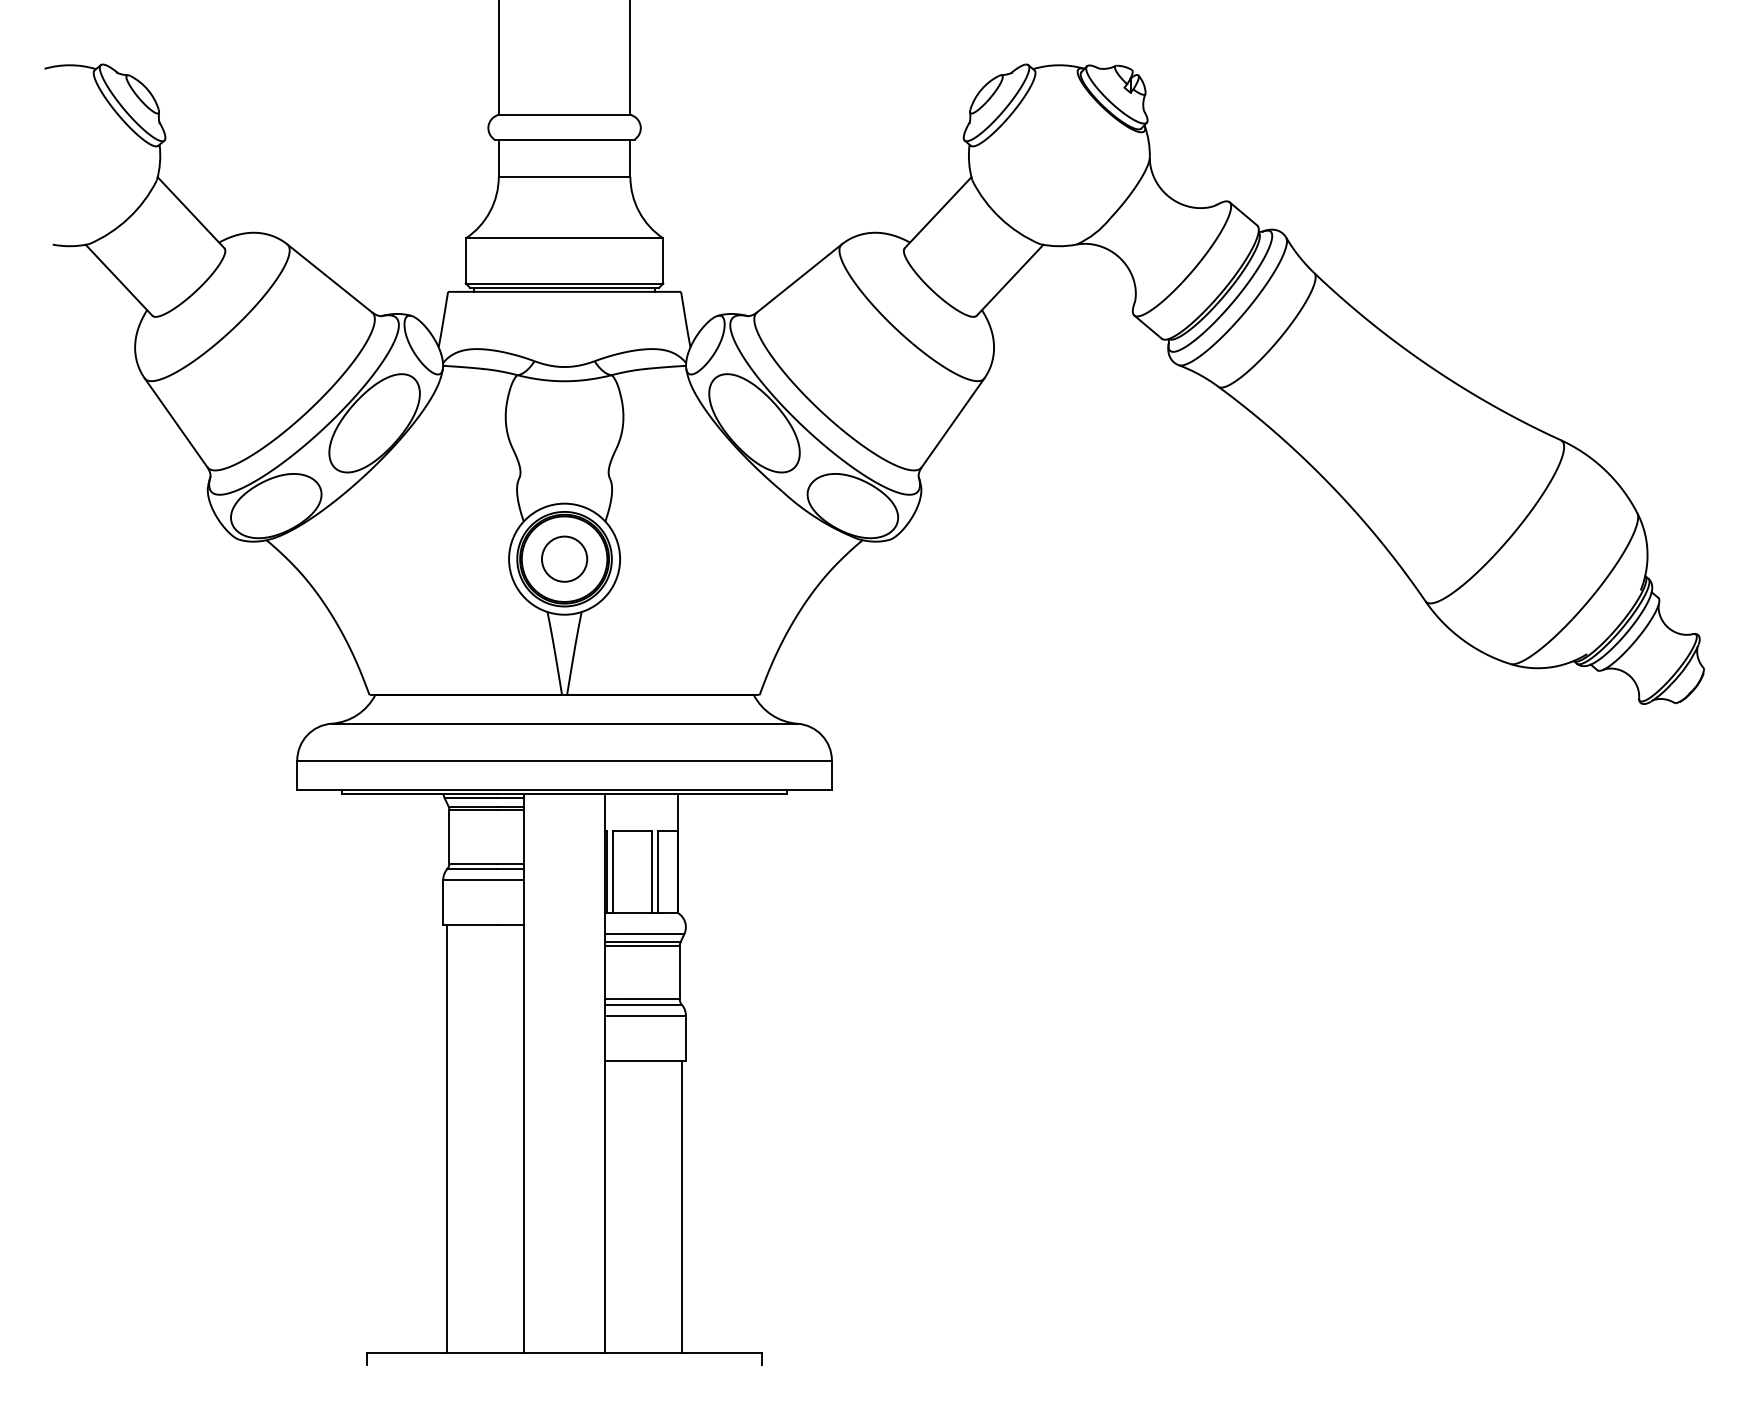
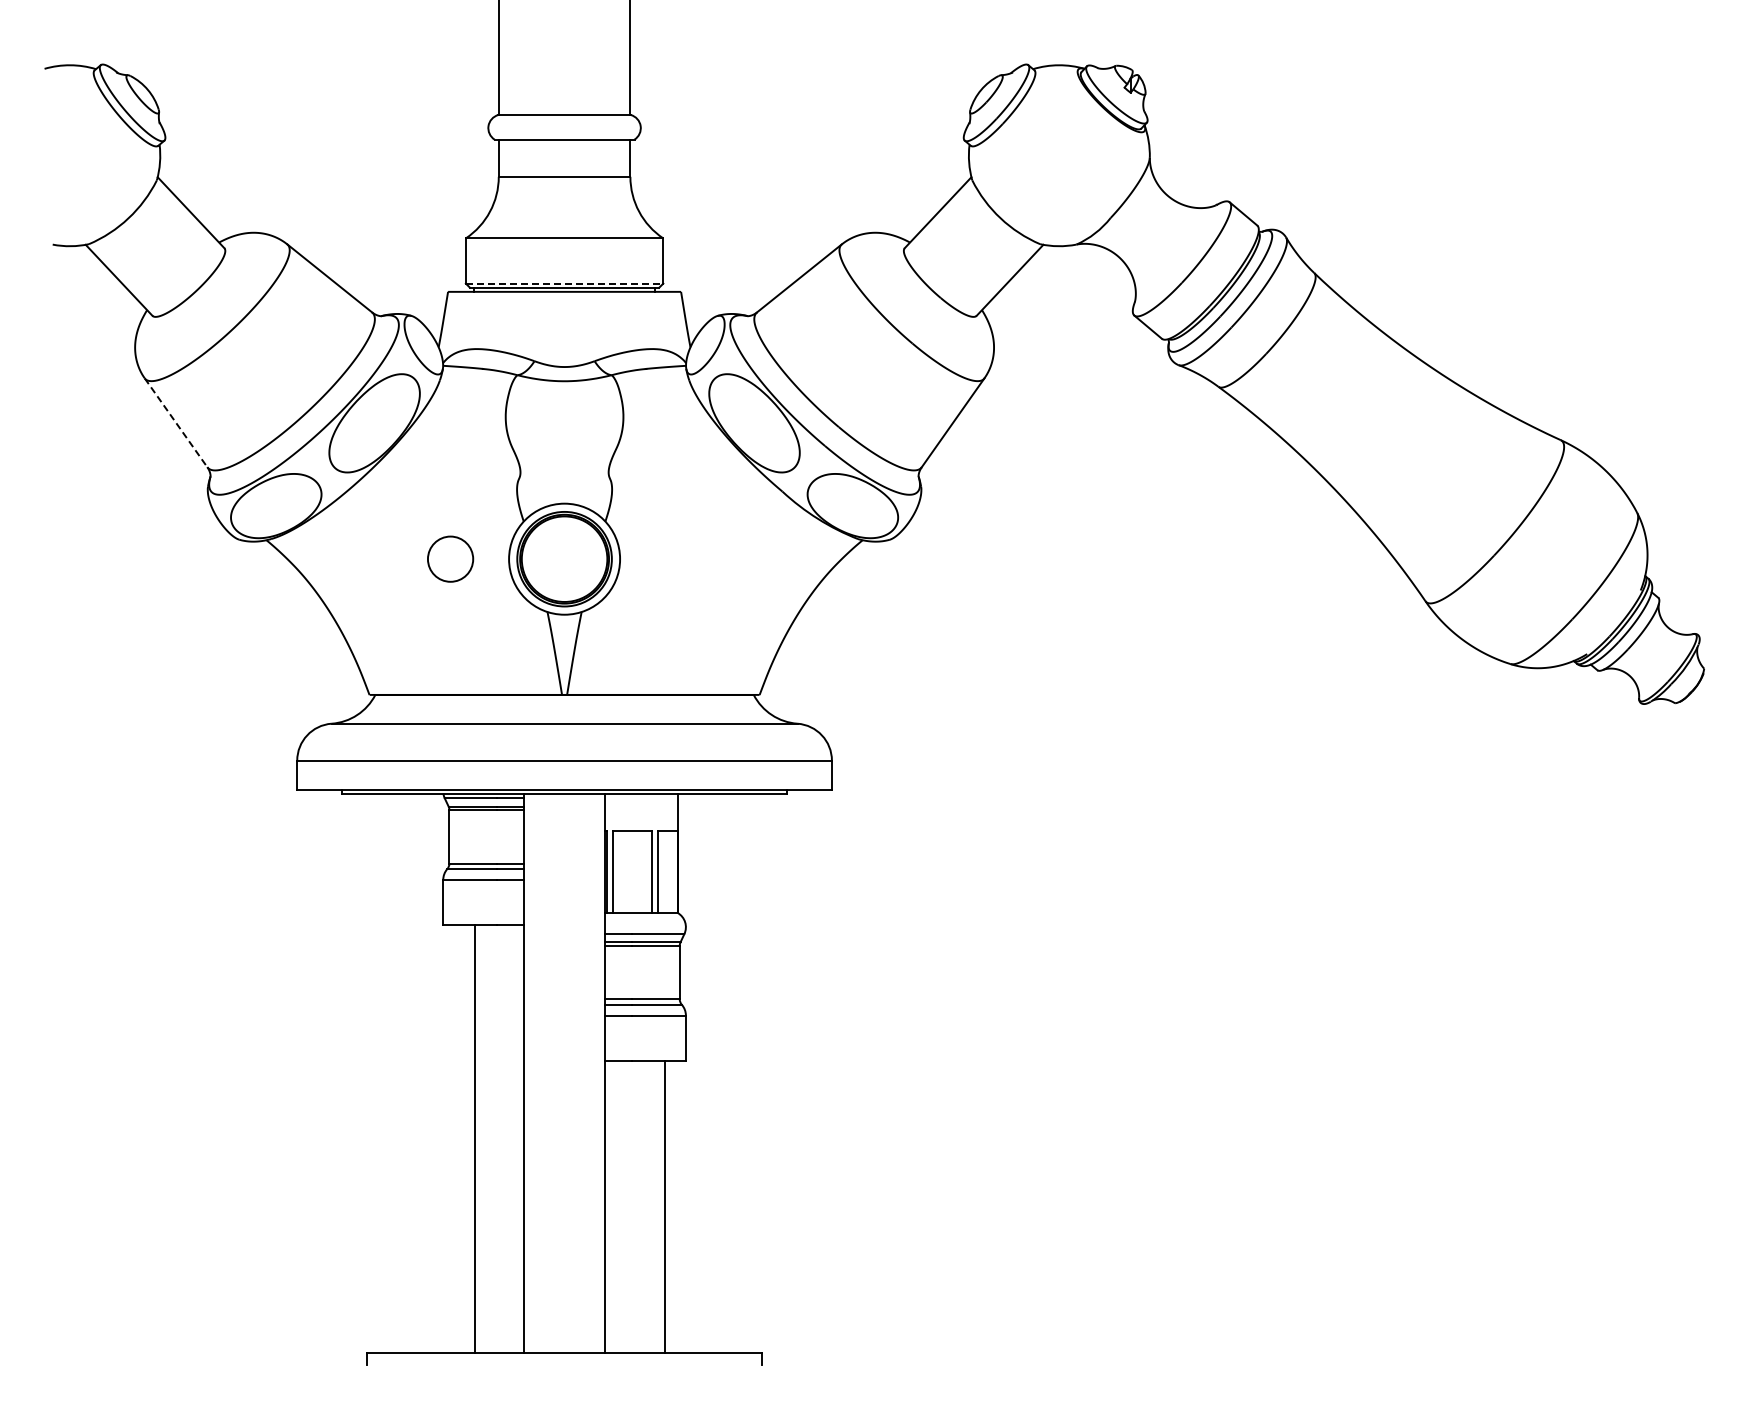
line at (564, 283): solid -> dashed
line at (176, 423): solid -> dashed
circle at (564, 558) position: (564, 558) -> (450, 558)
line at (447, 1139) position: (447, 1139) -> (475, 1139)
line at (681, 1206) position: (681, 1206) -> (664, 1206)
